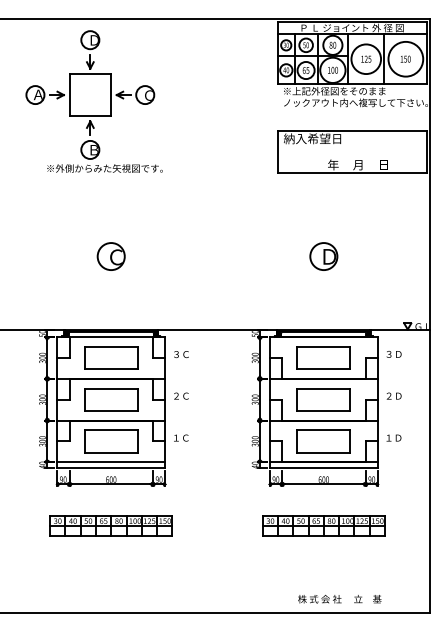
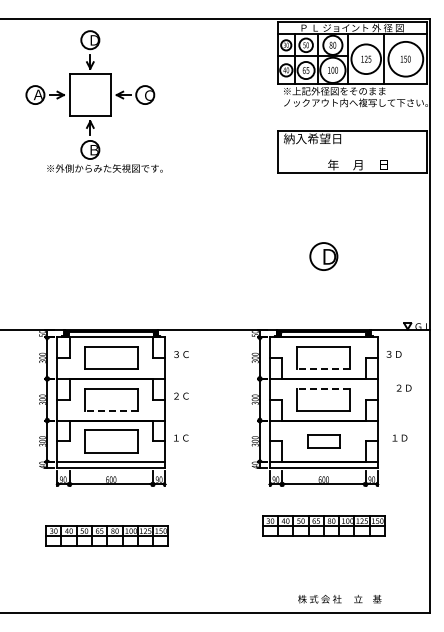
part at (110, 256): present -> none
line at (323, 369): solid -> dashed
line at (323, 388): solid -> dashed
text at (393, 395) position: (393, 395) -> (403, 387)
line at (110, 410): solid -> dashed
text at (393, 437) position: (393, 437) -> (399, 437)
part at (323, 441) size: 55x25 px -> 34x15 px
part at (110, 525) position: (110, 525) -> (106, 535)
